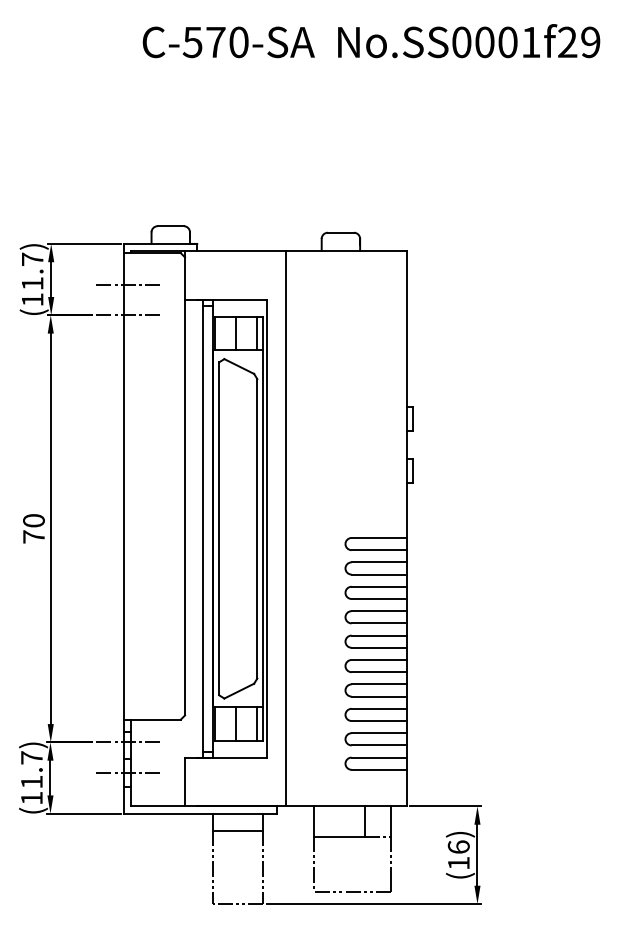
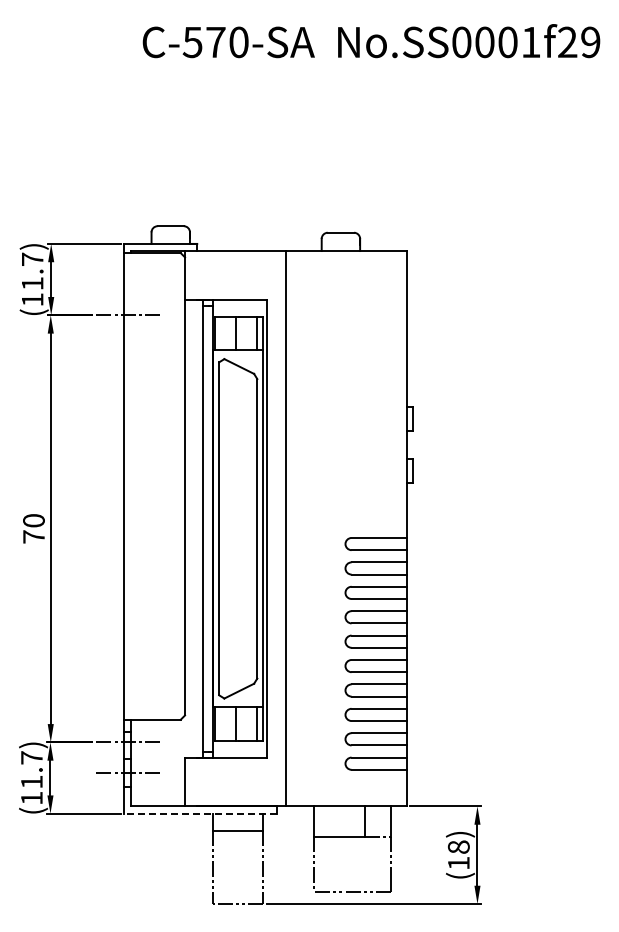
line at (127, 284): present -> none
line at (199, 813): solid -> dashed
text at (458, 846): (16) -> (18)
